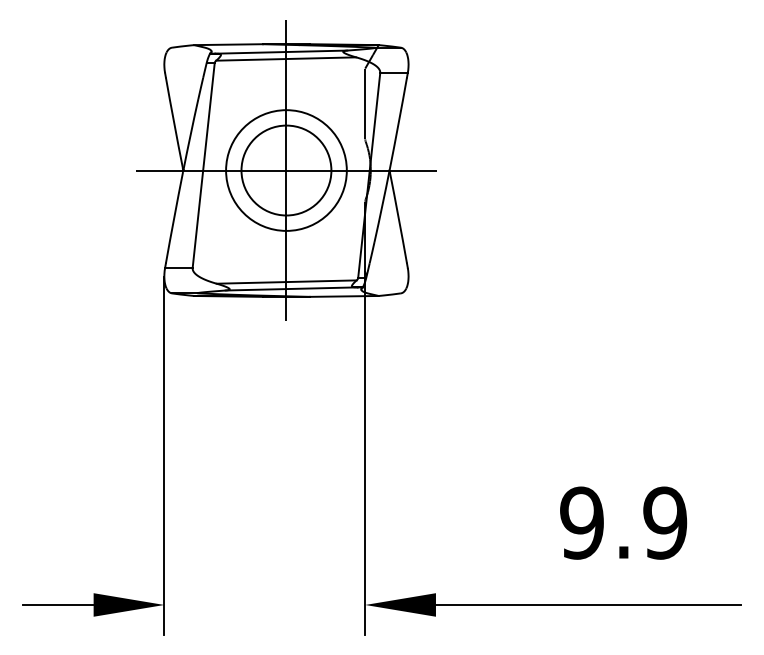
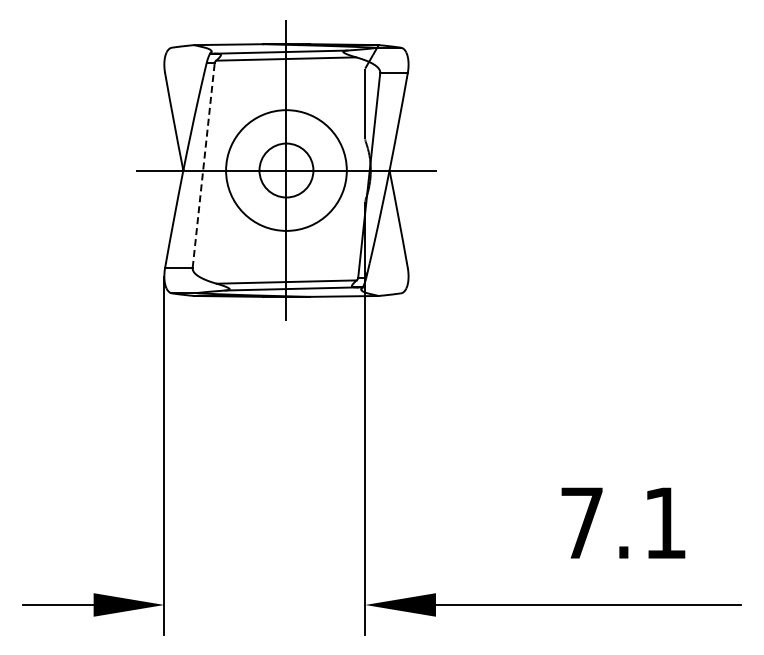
line at (203, 164): solid -> dashed
circle at (286, 170) diameter: 90 px -> 54 px
text at (623, 522): 9.9 -> 7.1
